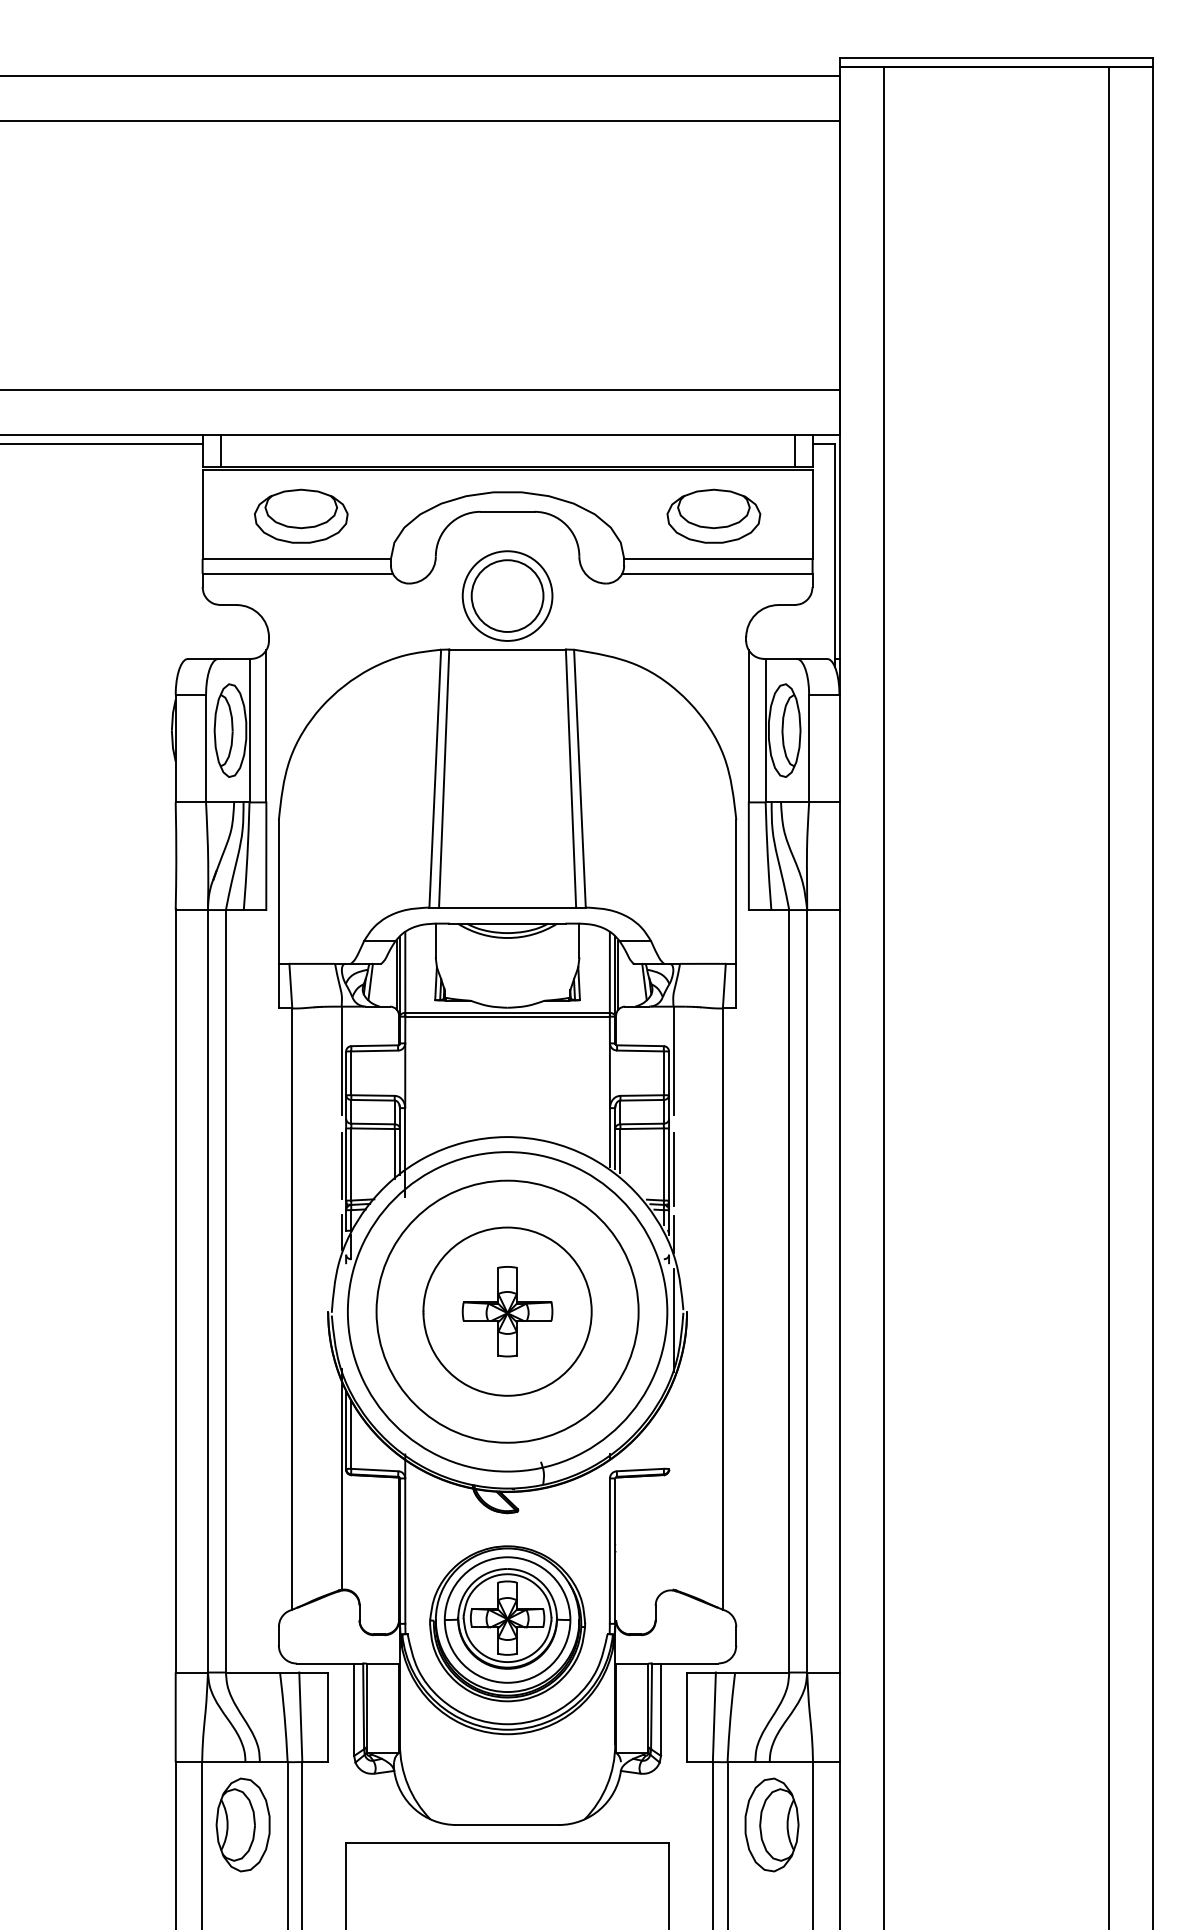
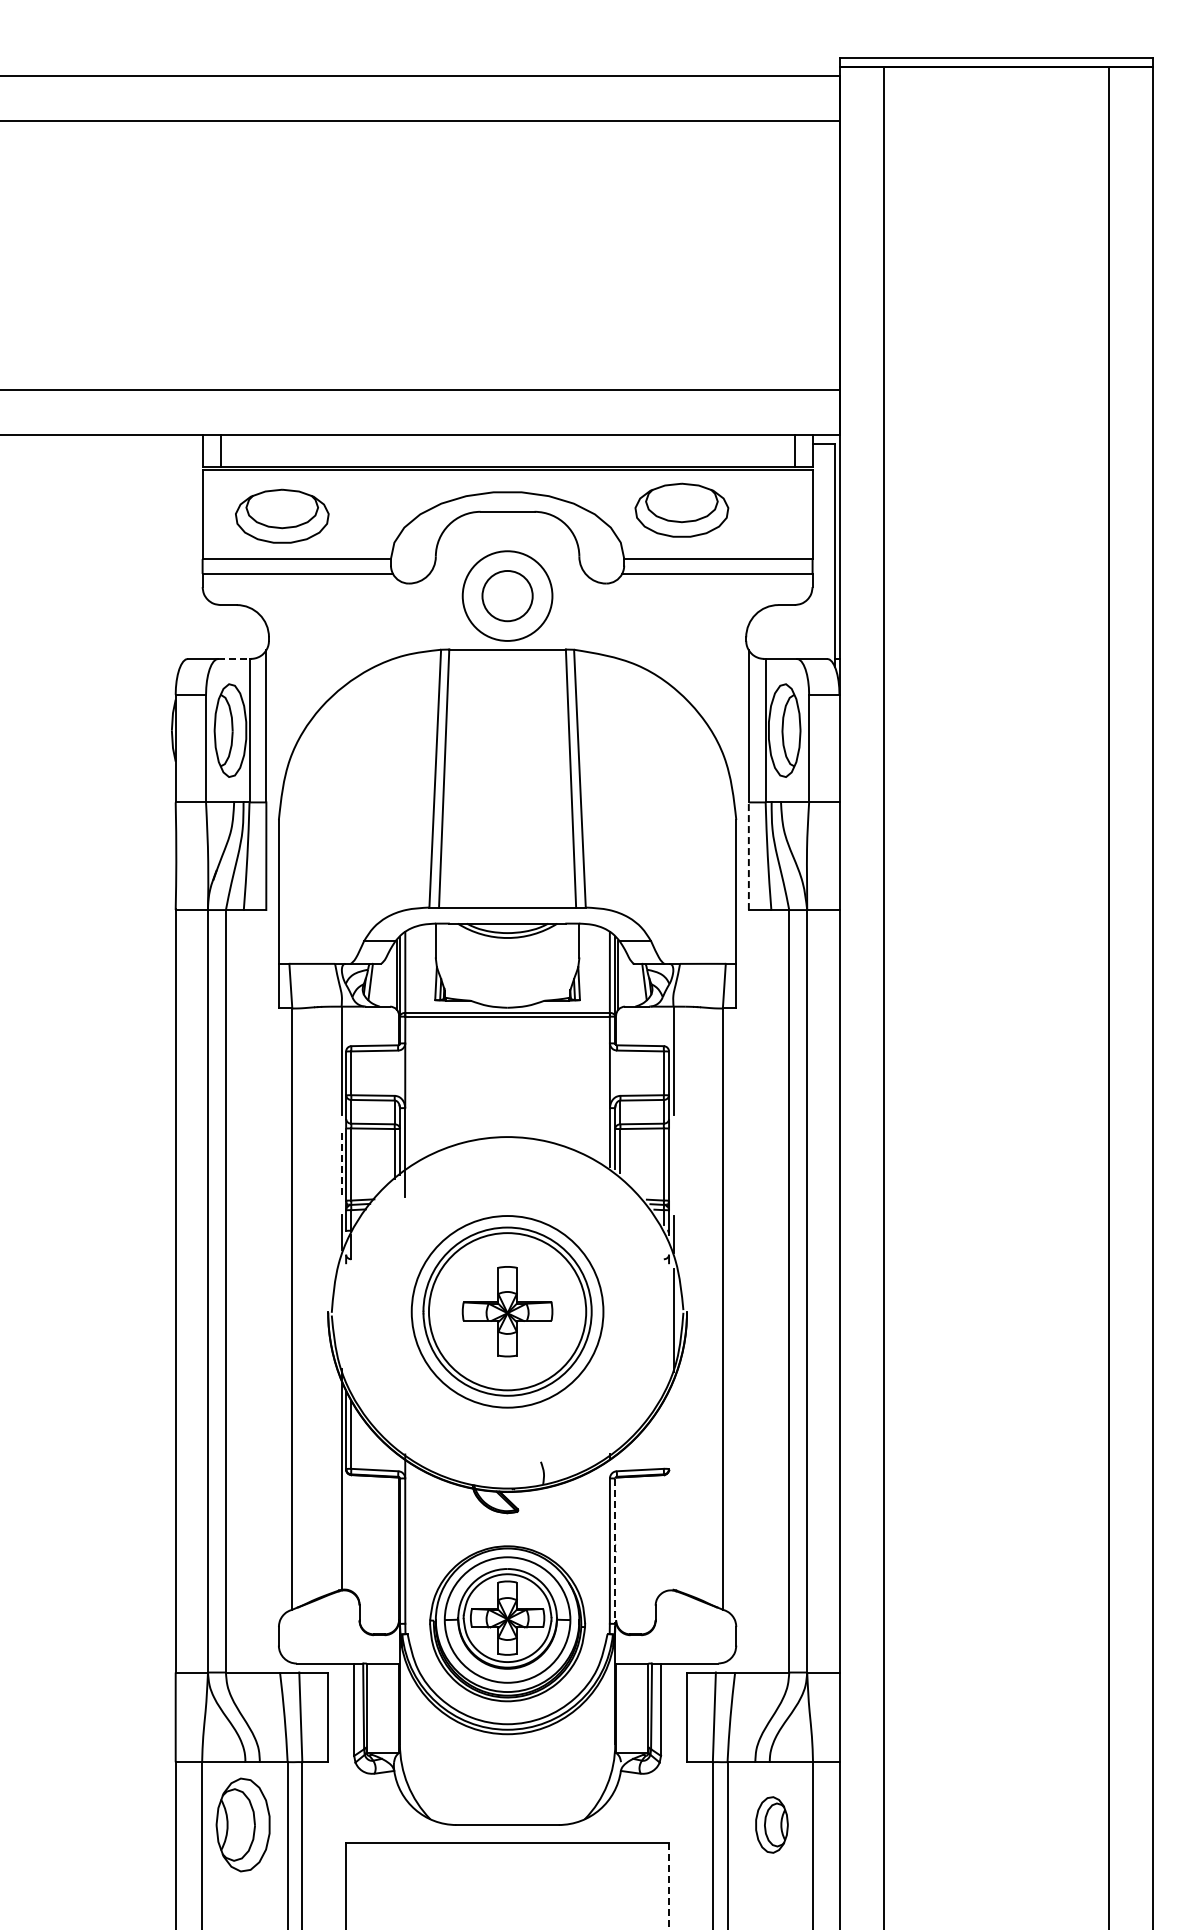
line at (102, 443): present -> none
part at (301, 515) position: (301, 515) -> (282, 515)
part at (713, 515) position: (713, 515) -> (681, 509)
circle at (507, 595) diameter: 72 px -> 50 px
line at (233, 658): solid -> dashed
line at (748, 856): solid -> dashed
line at (341, 1166): solid -> dashed
line at (673, 1169): present -> none
circle at (507, 1311) diameter: 262 px -> 157 px
circle at (507, 1311) diameter: 319 px -> 192 px
line at (615, 1551): solid -> dashed
part at (771, 1824) size: 56x96 px -> 34x58 px
line at (669, 1886): solid -> dashed
